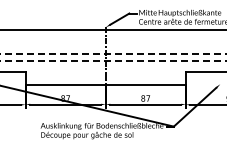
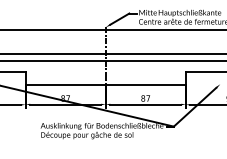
line at (113, 54): dashed -> solid
line at (113, 61): dashed -> solid
